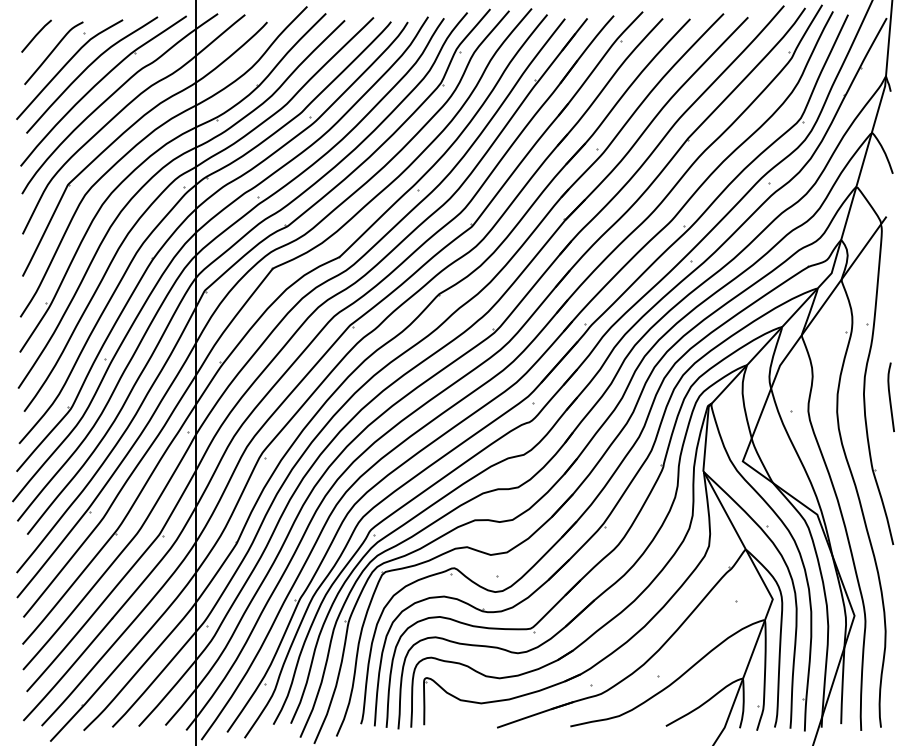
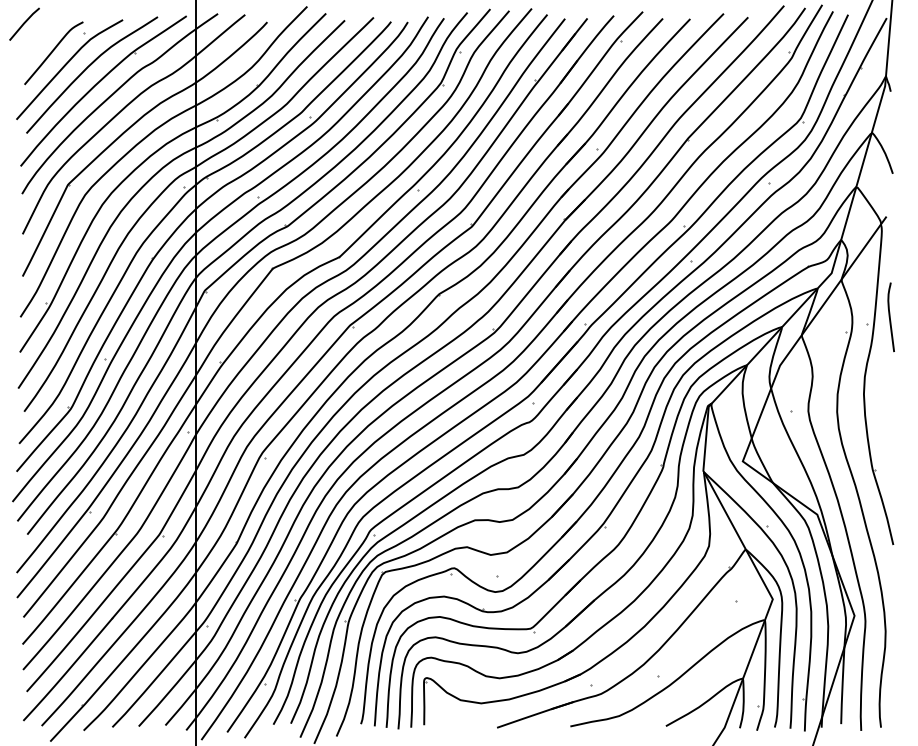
line at (36, 35) position: (36, 35) -> (24, 23)
curve at (890, 397) position: (890, 397) -> (890, 317)
